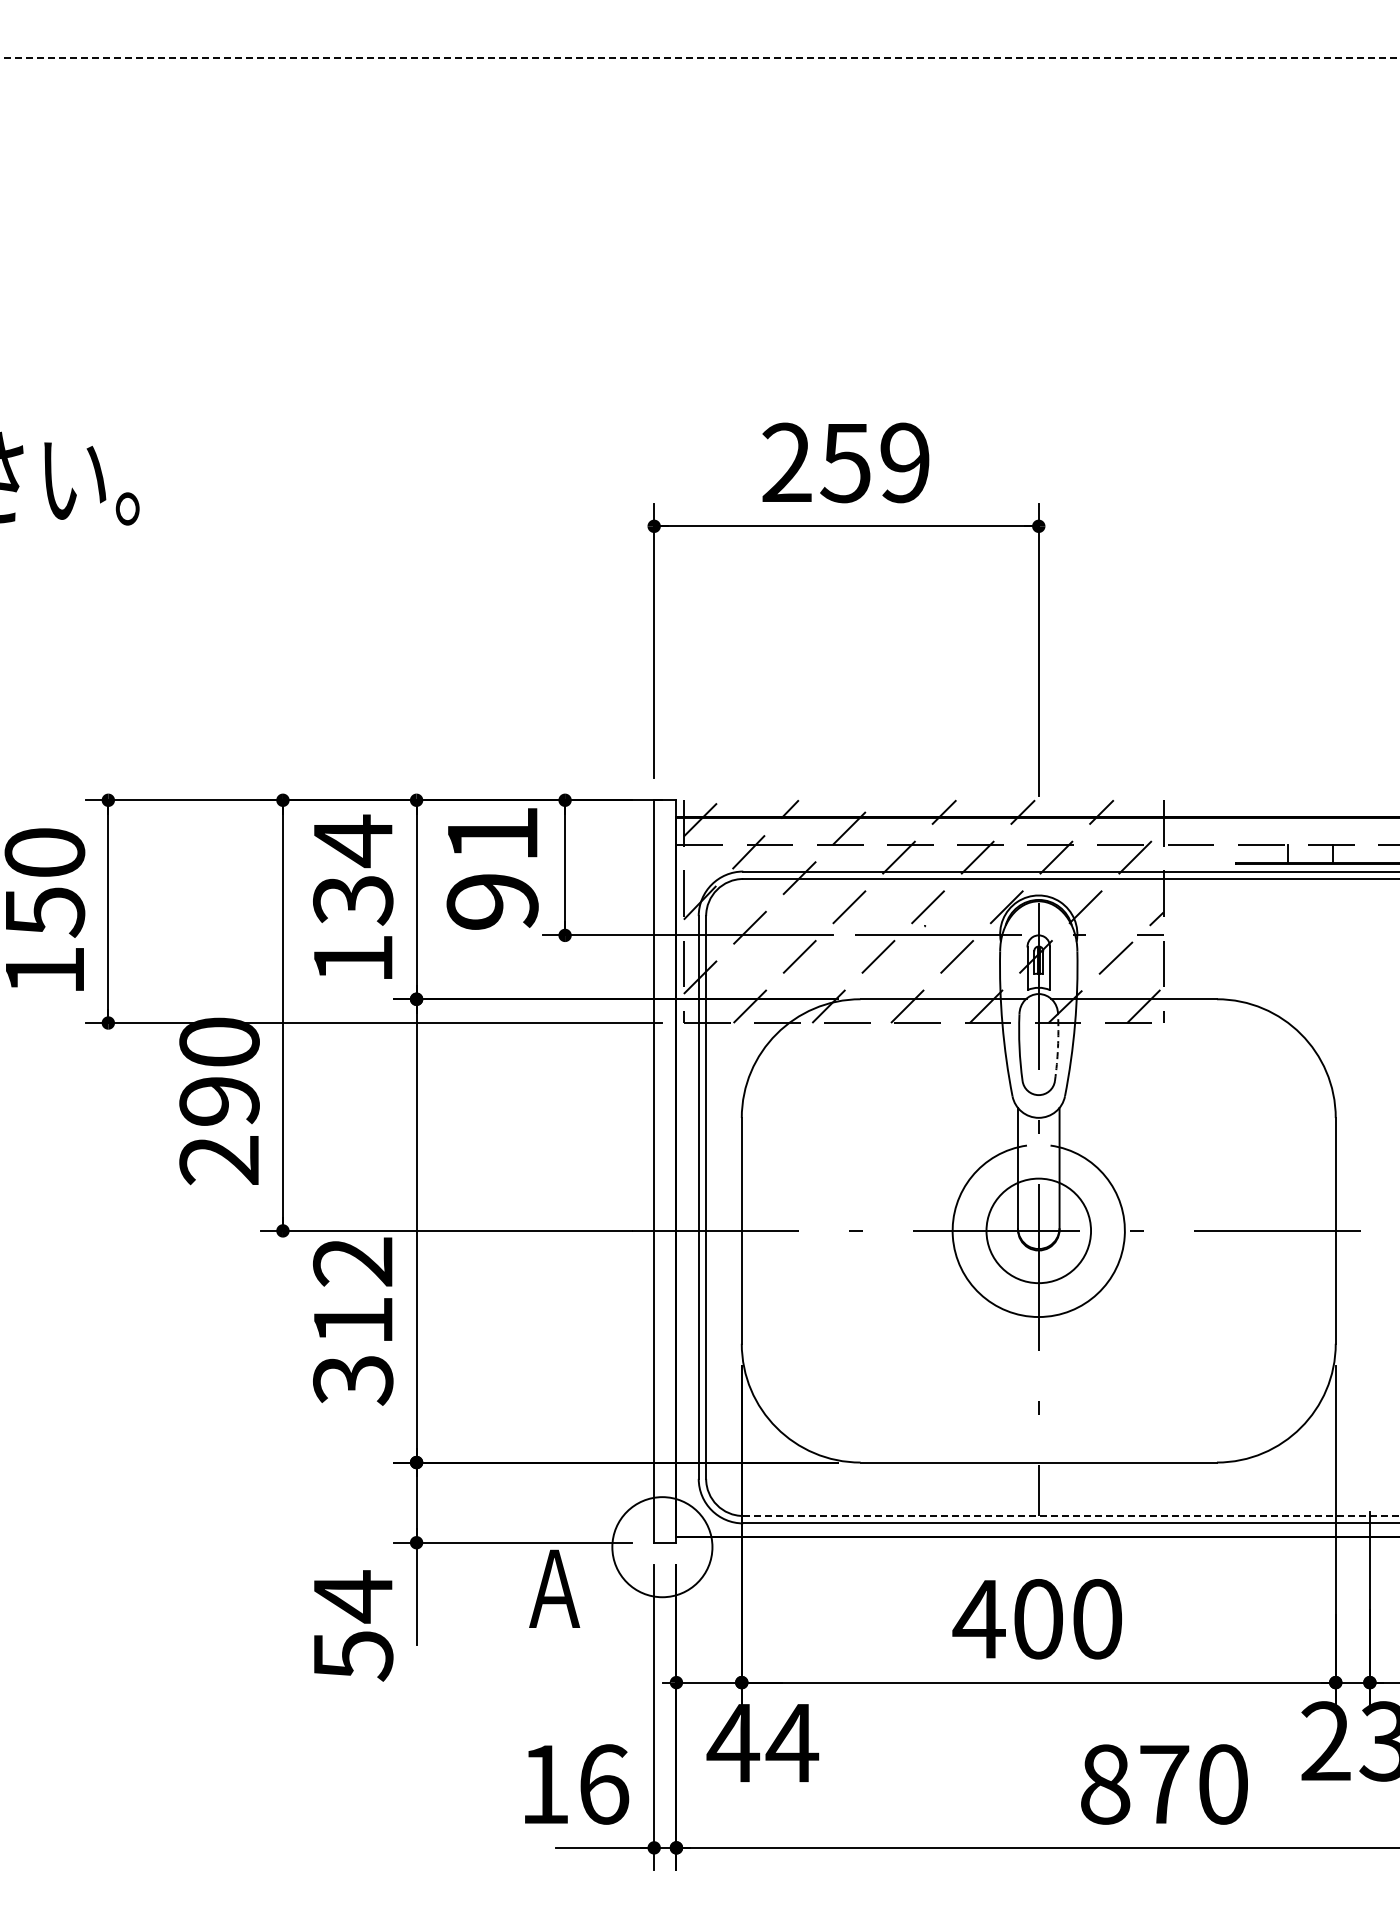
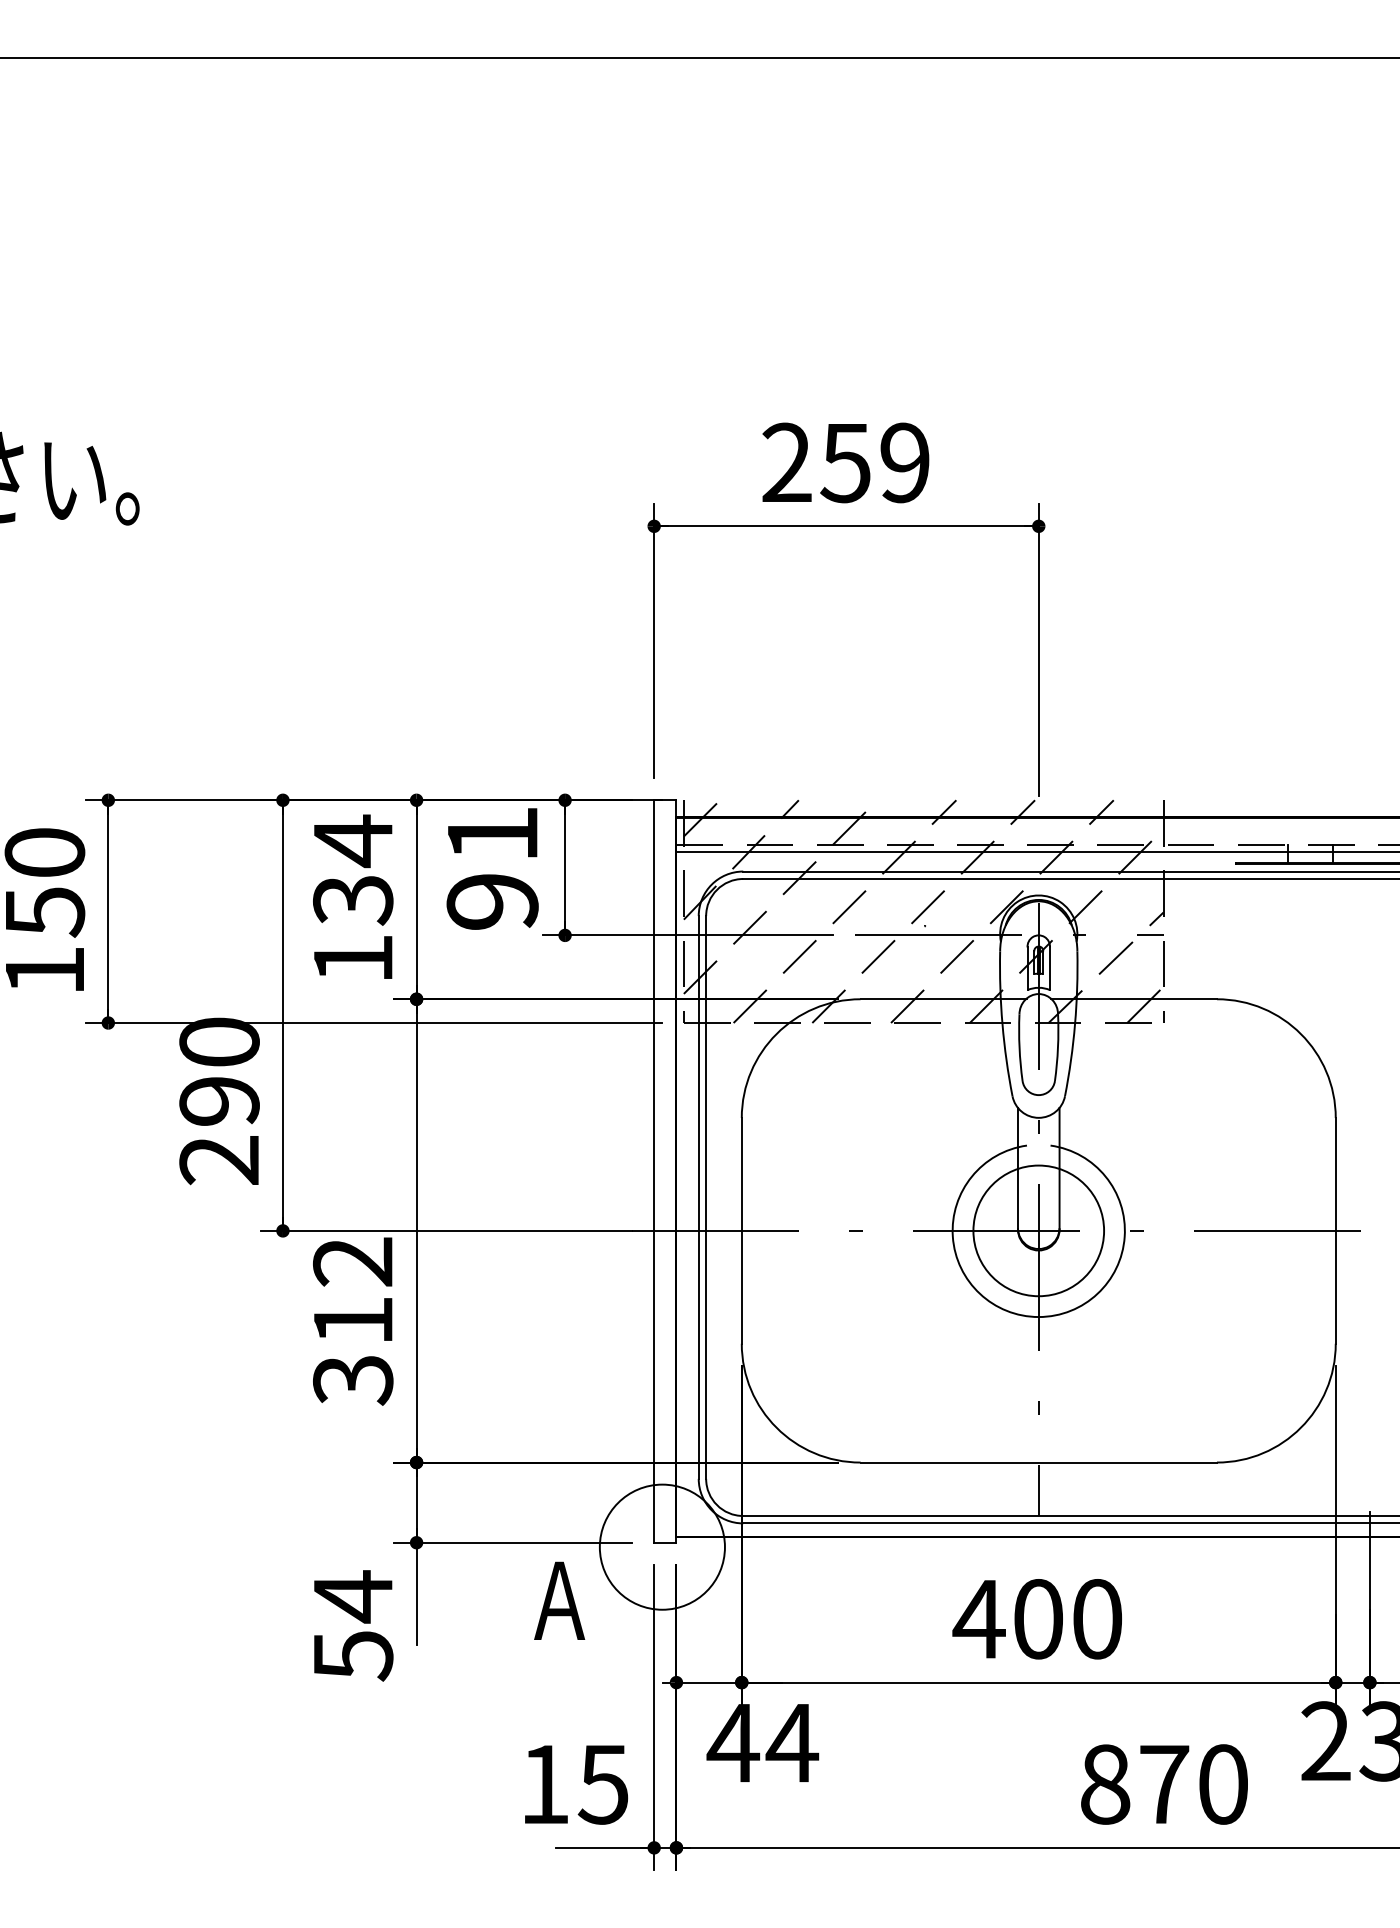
line at (700, 57): dashed -> solid
line at (1036, 852): none -> present
arc at (1058, 1047): dashed -> solid
circle at (1038, 1230) diameter: 105 px -> 131 px
line at (1072, 1516): dashed -> solid
circle at (662, 1547) diameter: 100 px -> 125 px
text at (554, 1588) position: (554, 1588) -> (559, 1600)
text at (603, 1784): 16 -> 15
